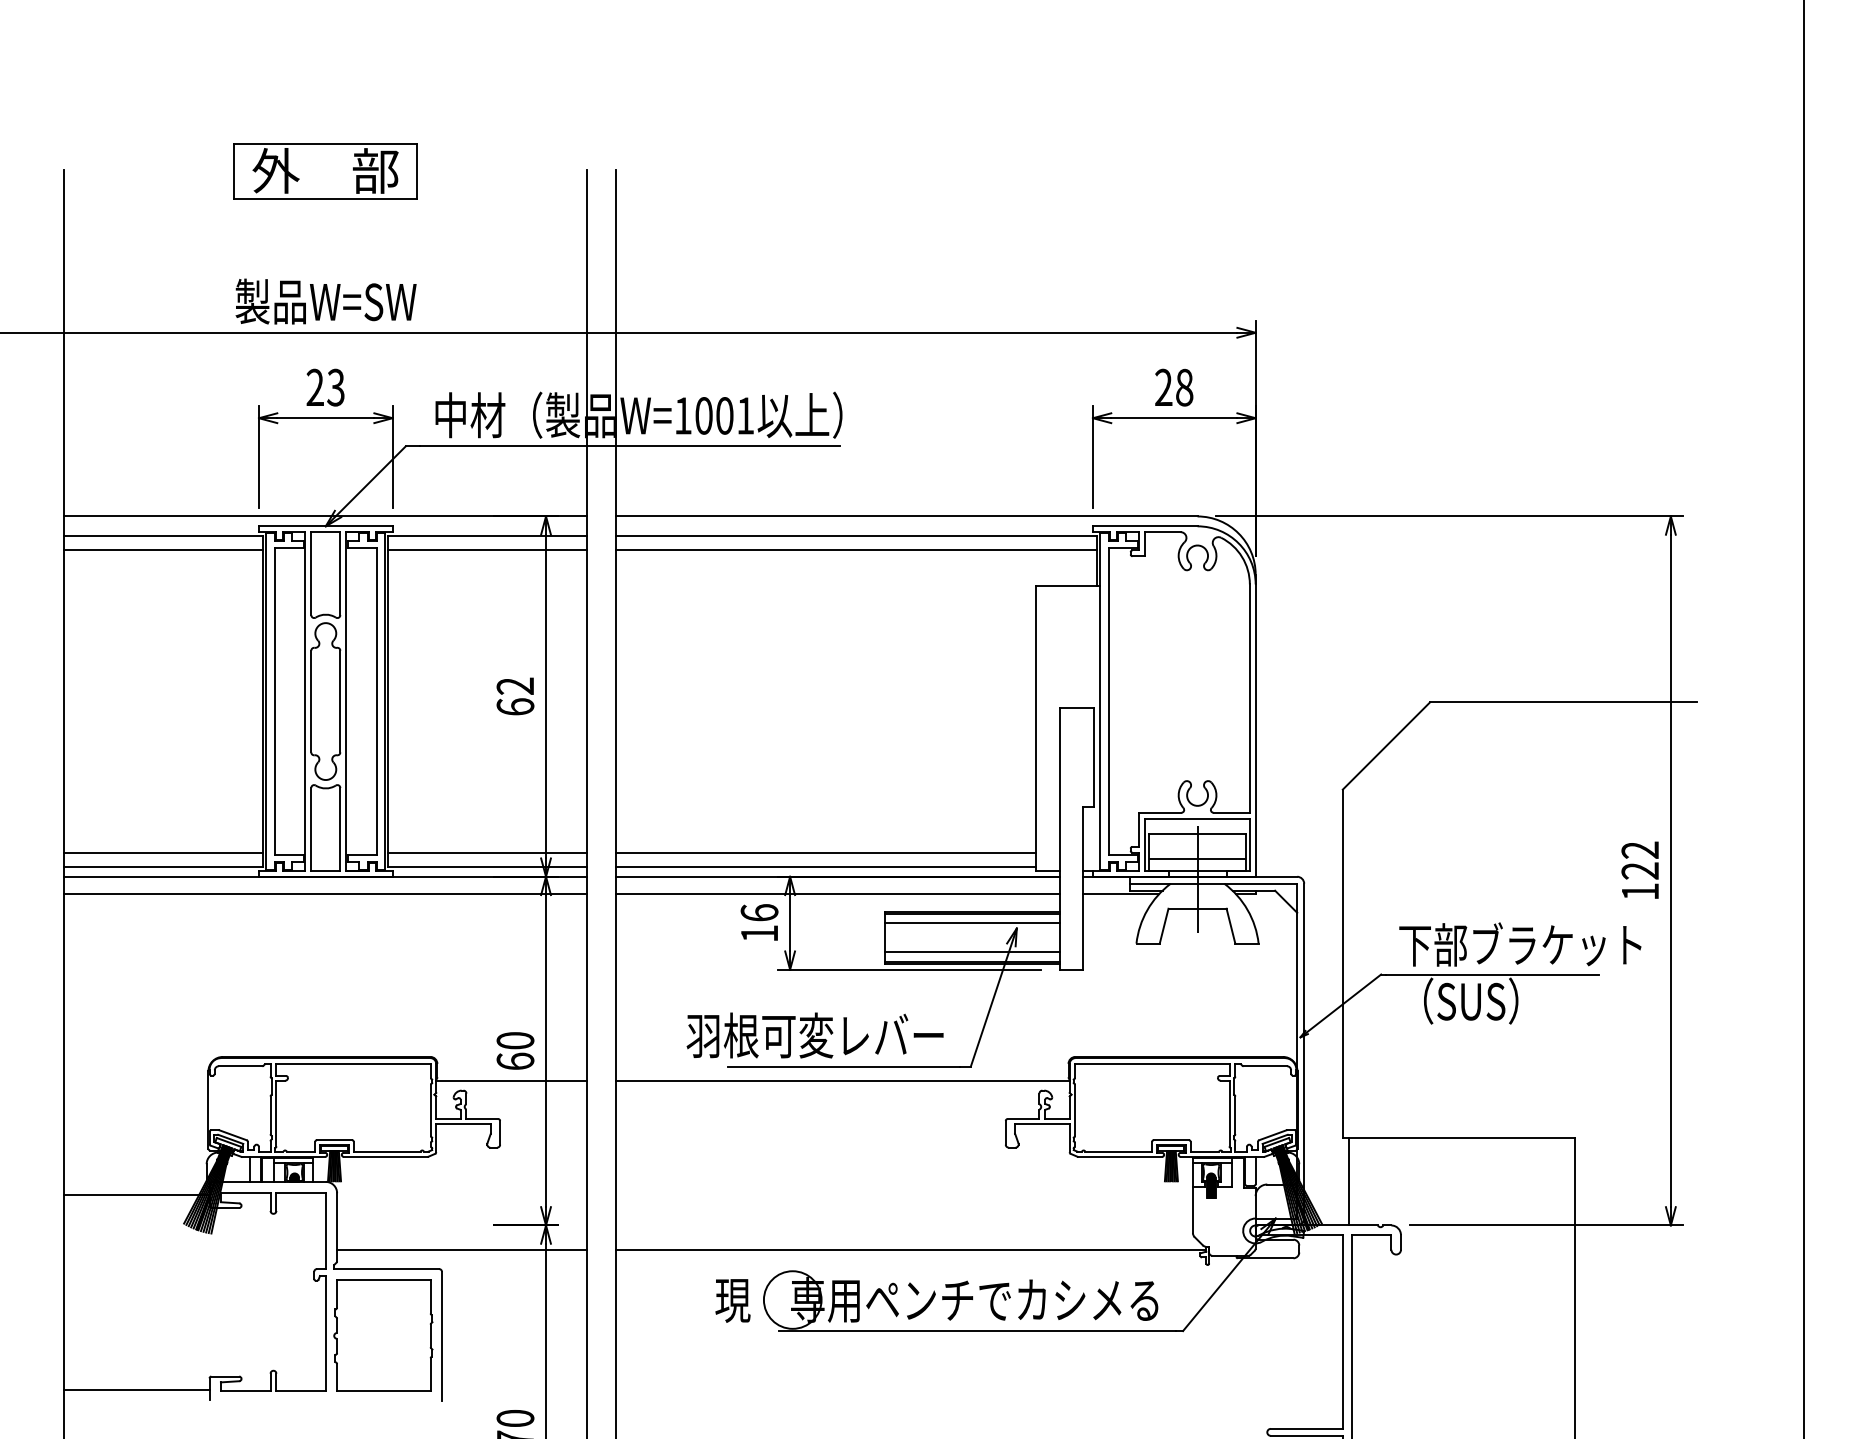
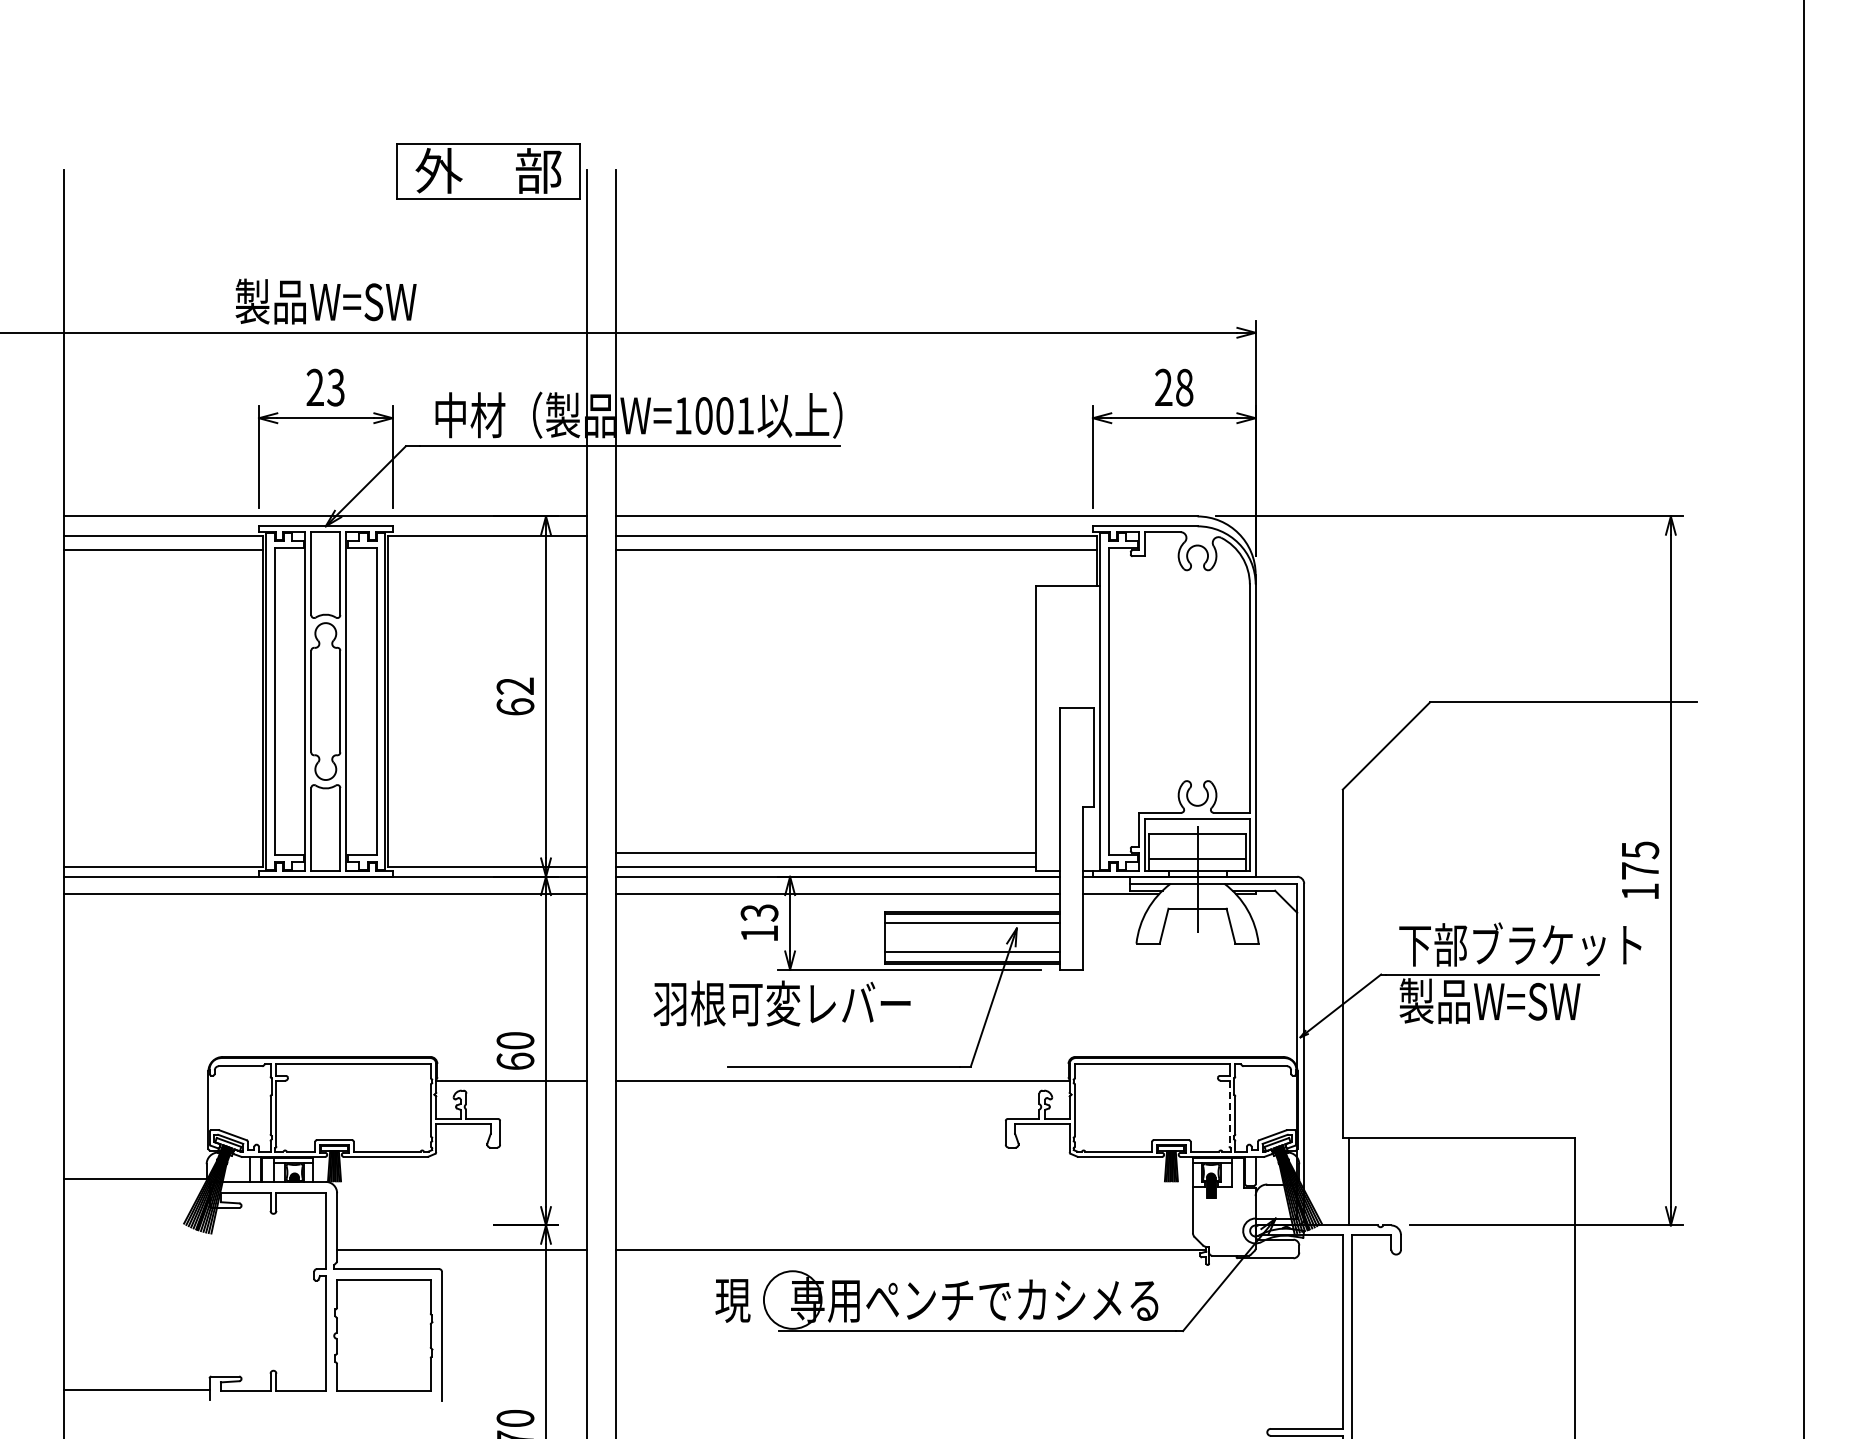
part at (325, 171) position: (325, 171) -> (488, 171)
line at (487, 550): present -> none
line at (163, 852): present -> none
line at (487, 852): present -> none
text at (1640, 860): 122 -> 175
text at (759, 912): 16 -> 13
text at (1489, 1000): （SUS） -> 製品W=SW
text at (814, 1035) position: (814, 1035) -> (781, 1003)
line at (1229, 1113): solid -> dashed
line at (136, 1194) position: (136, 1194) -> (136, 1178)
